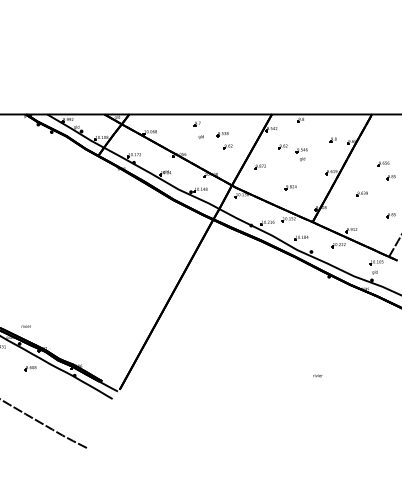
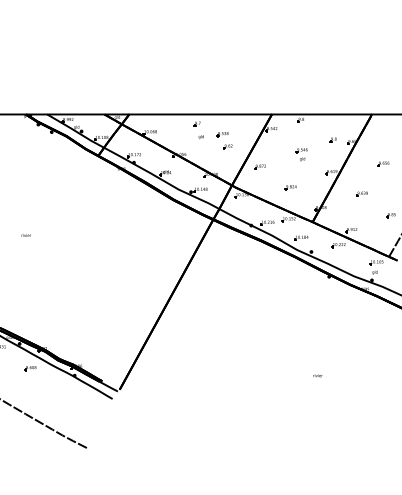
part at (282, 146): present -> none
part at (390, 177): present -> none
text at (25, 326) position: (25, 326) -> (25, 235)
